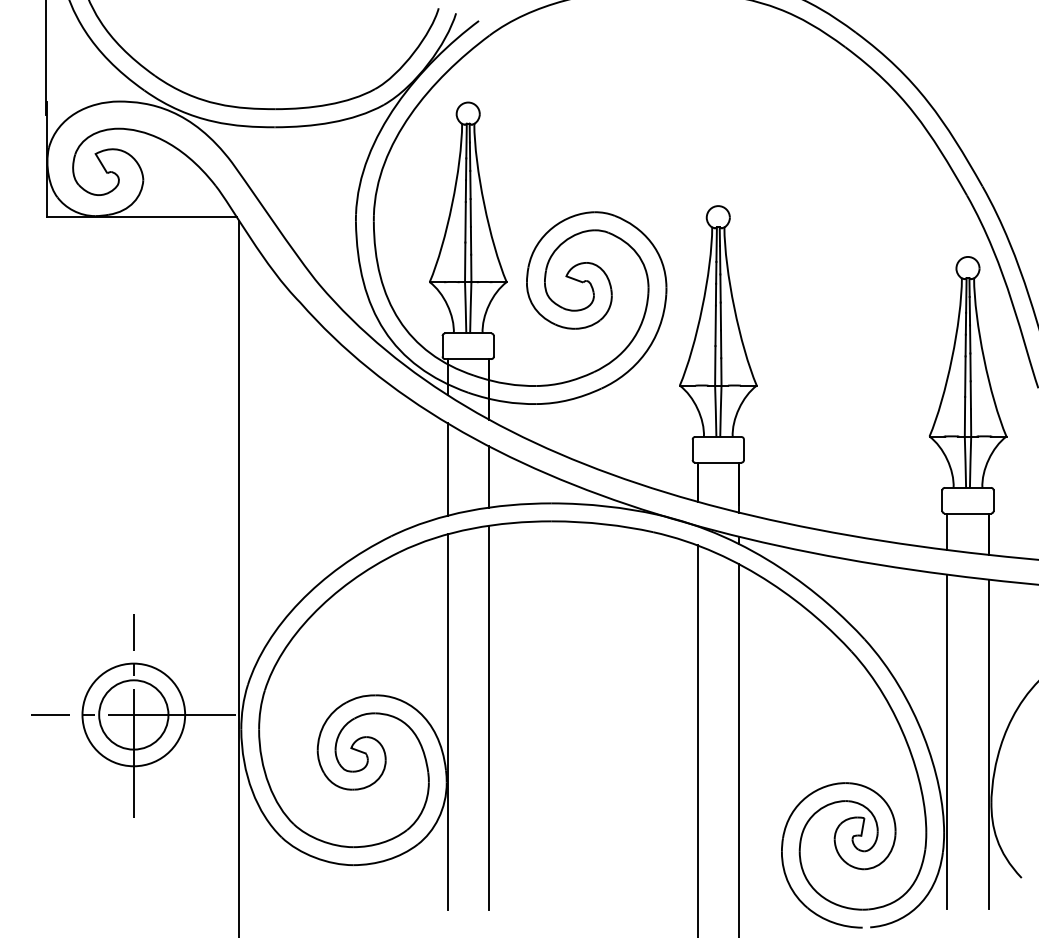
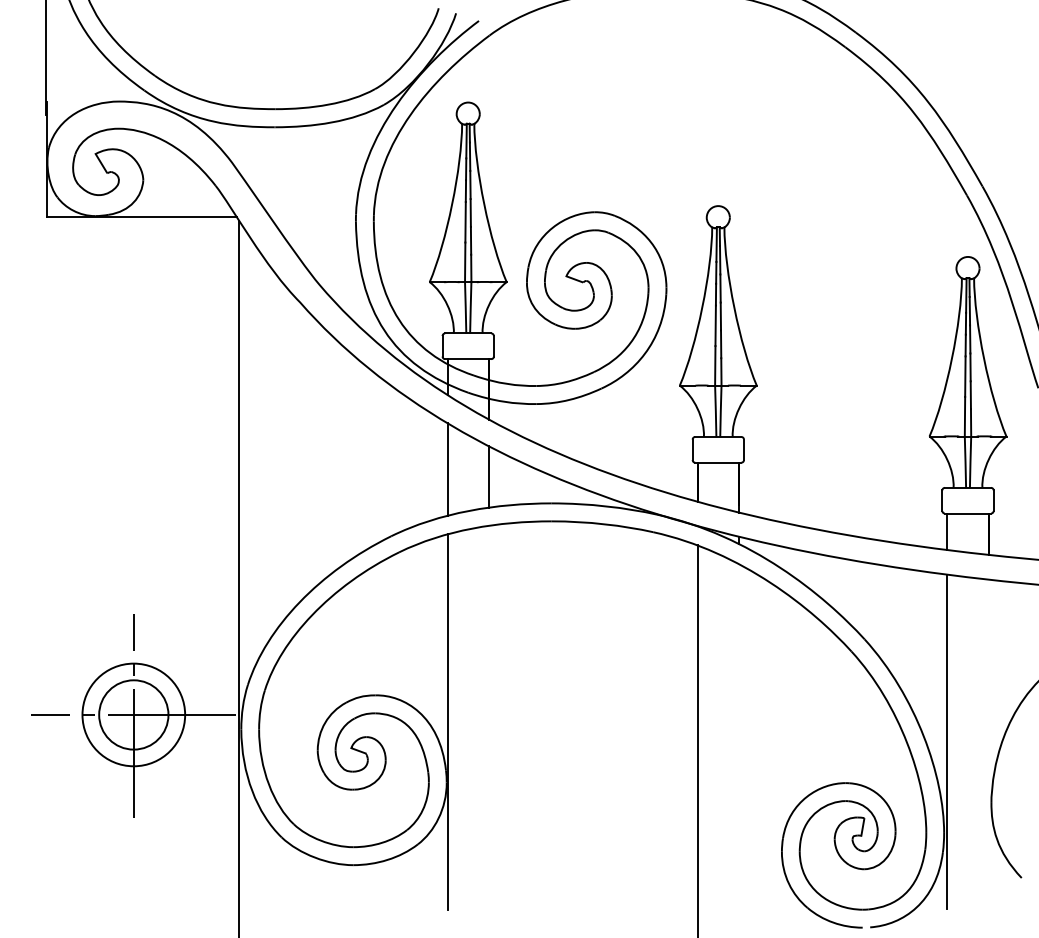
line at (488, 717): present -> none
line at (988, 743): present -> none
line at (738, 749): present -> none
